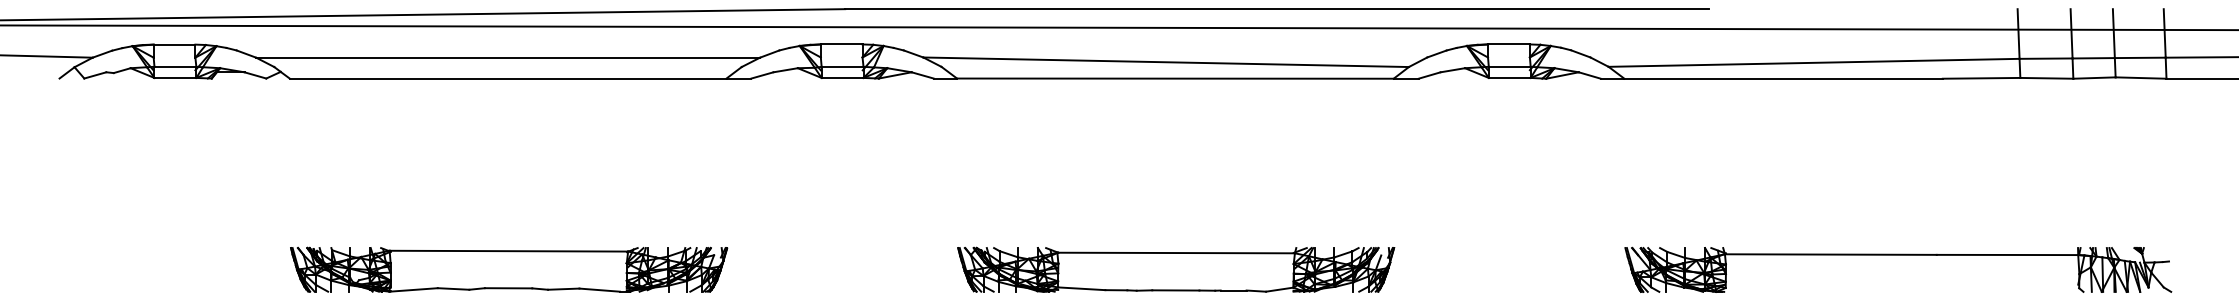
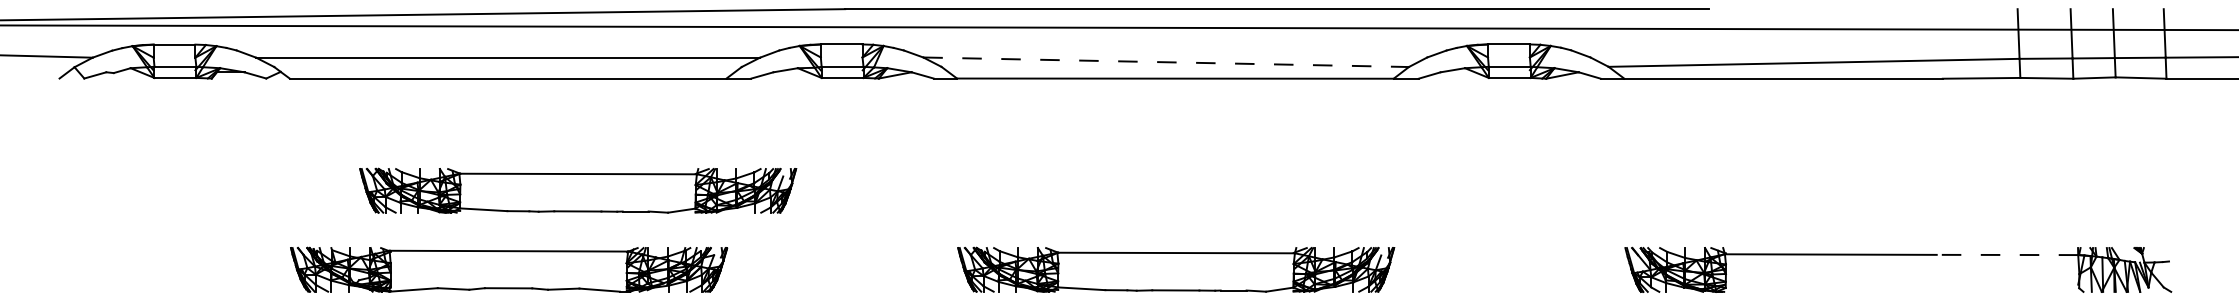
line at (1166, 62): solid -> dashed
part at (578, 190): none -> present
line at (2007, 254): solid -> dashed
